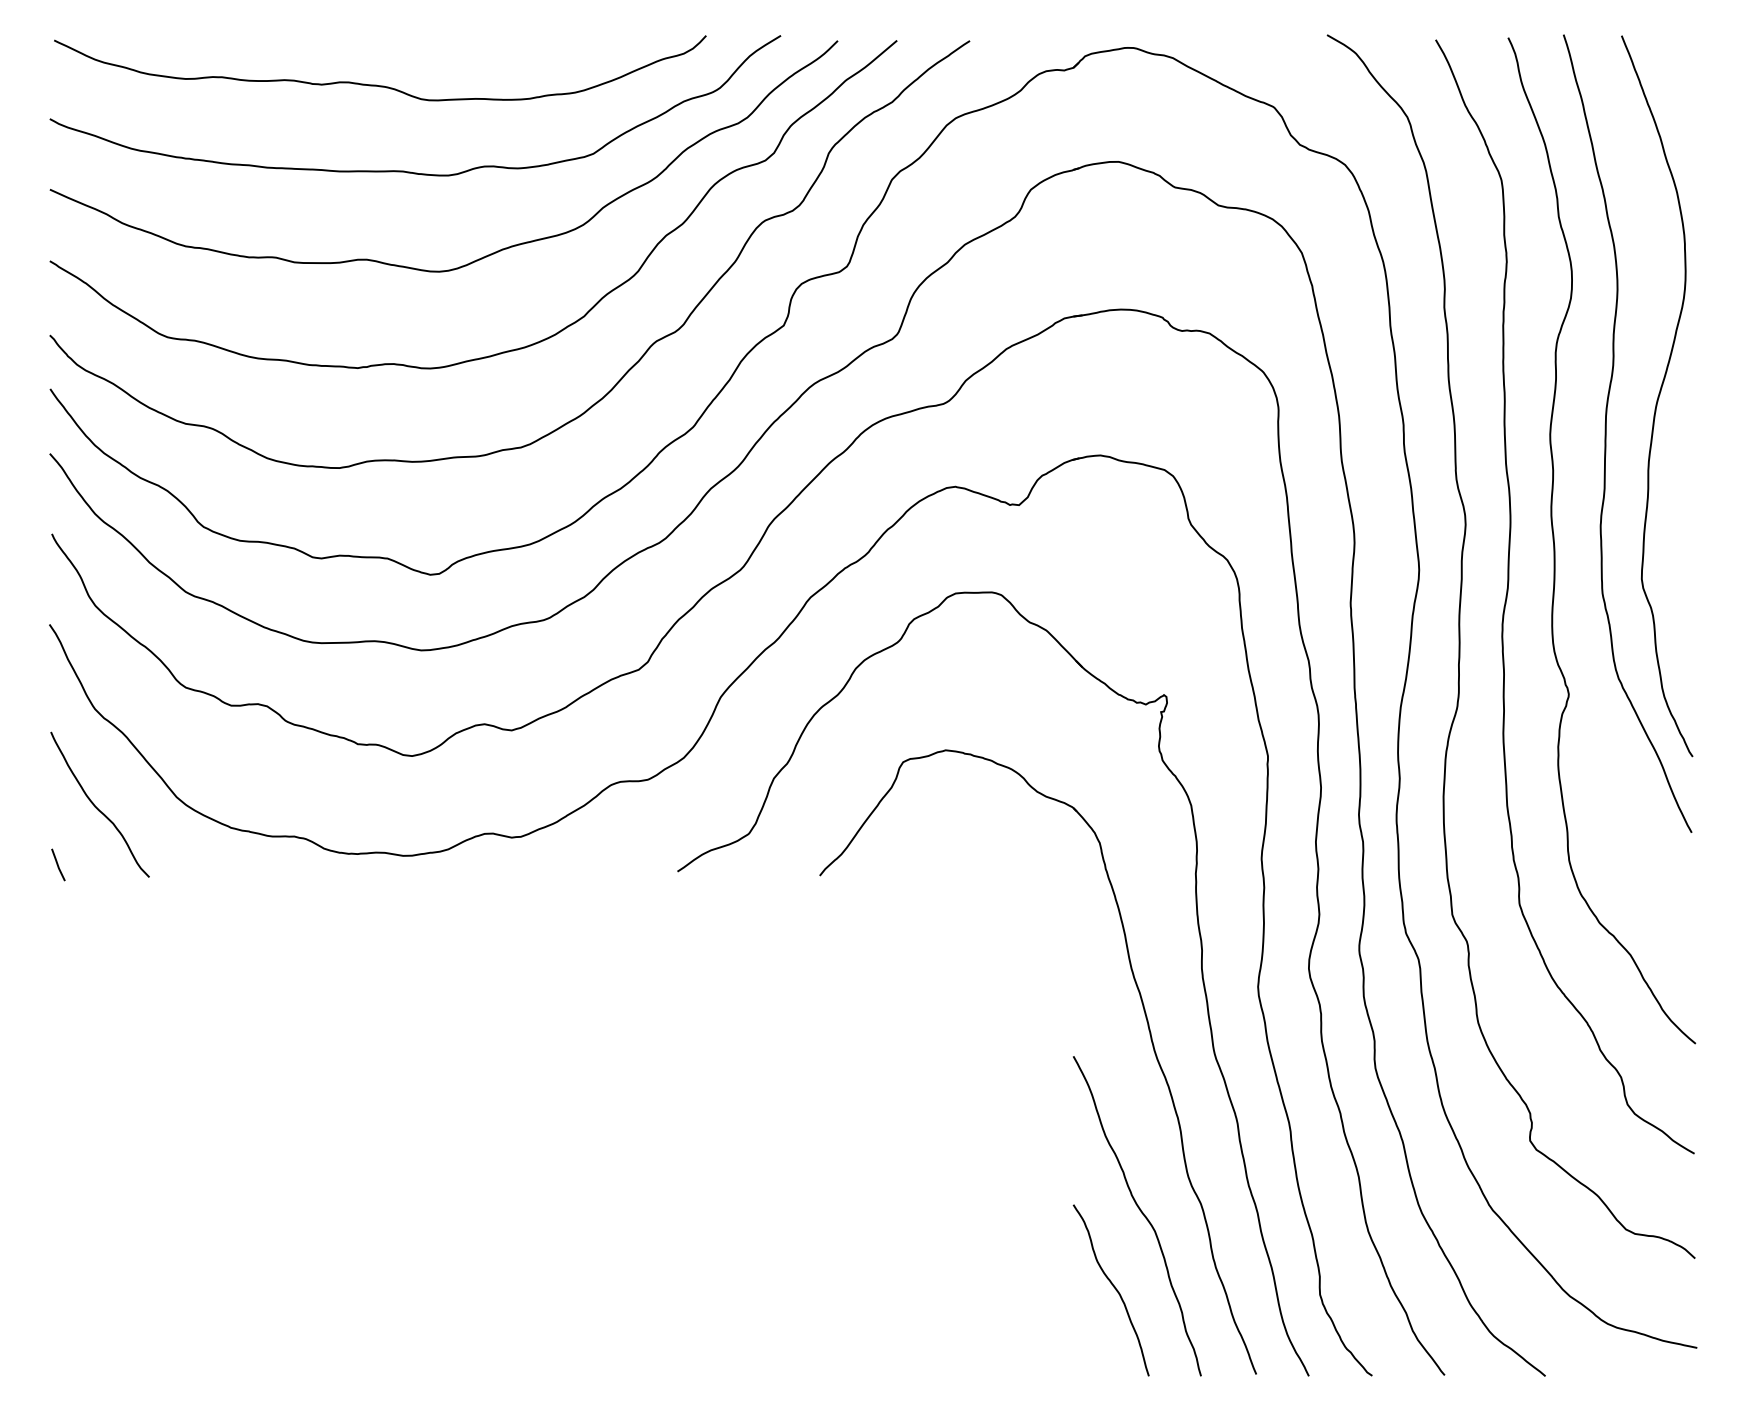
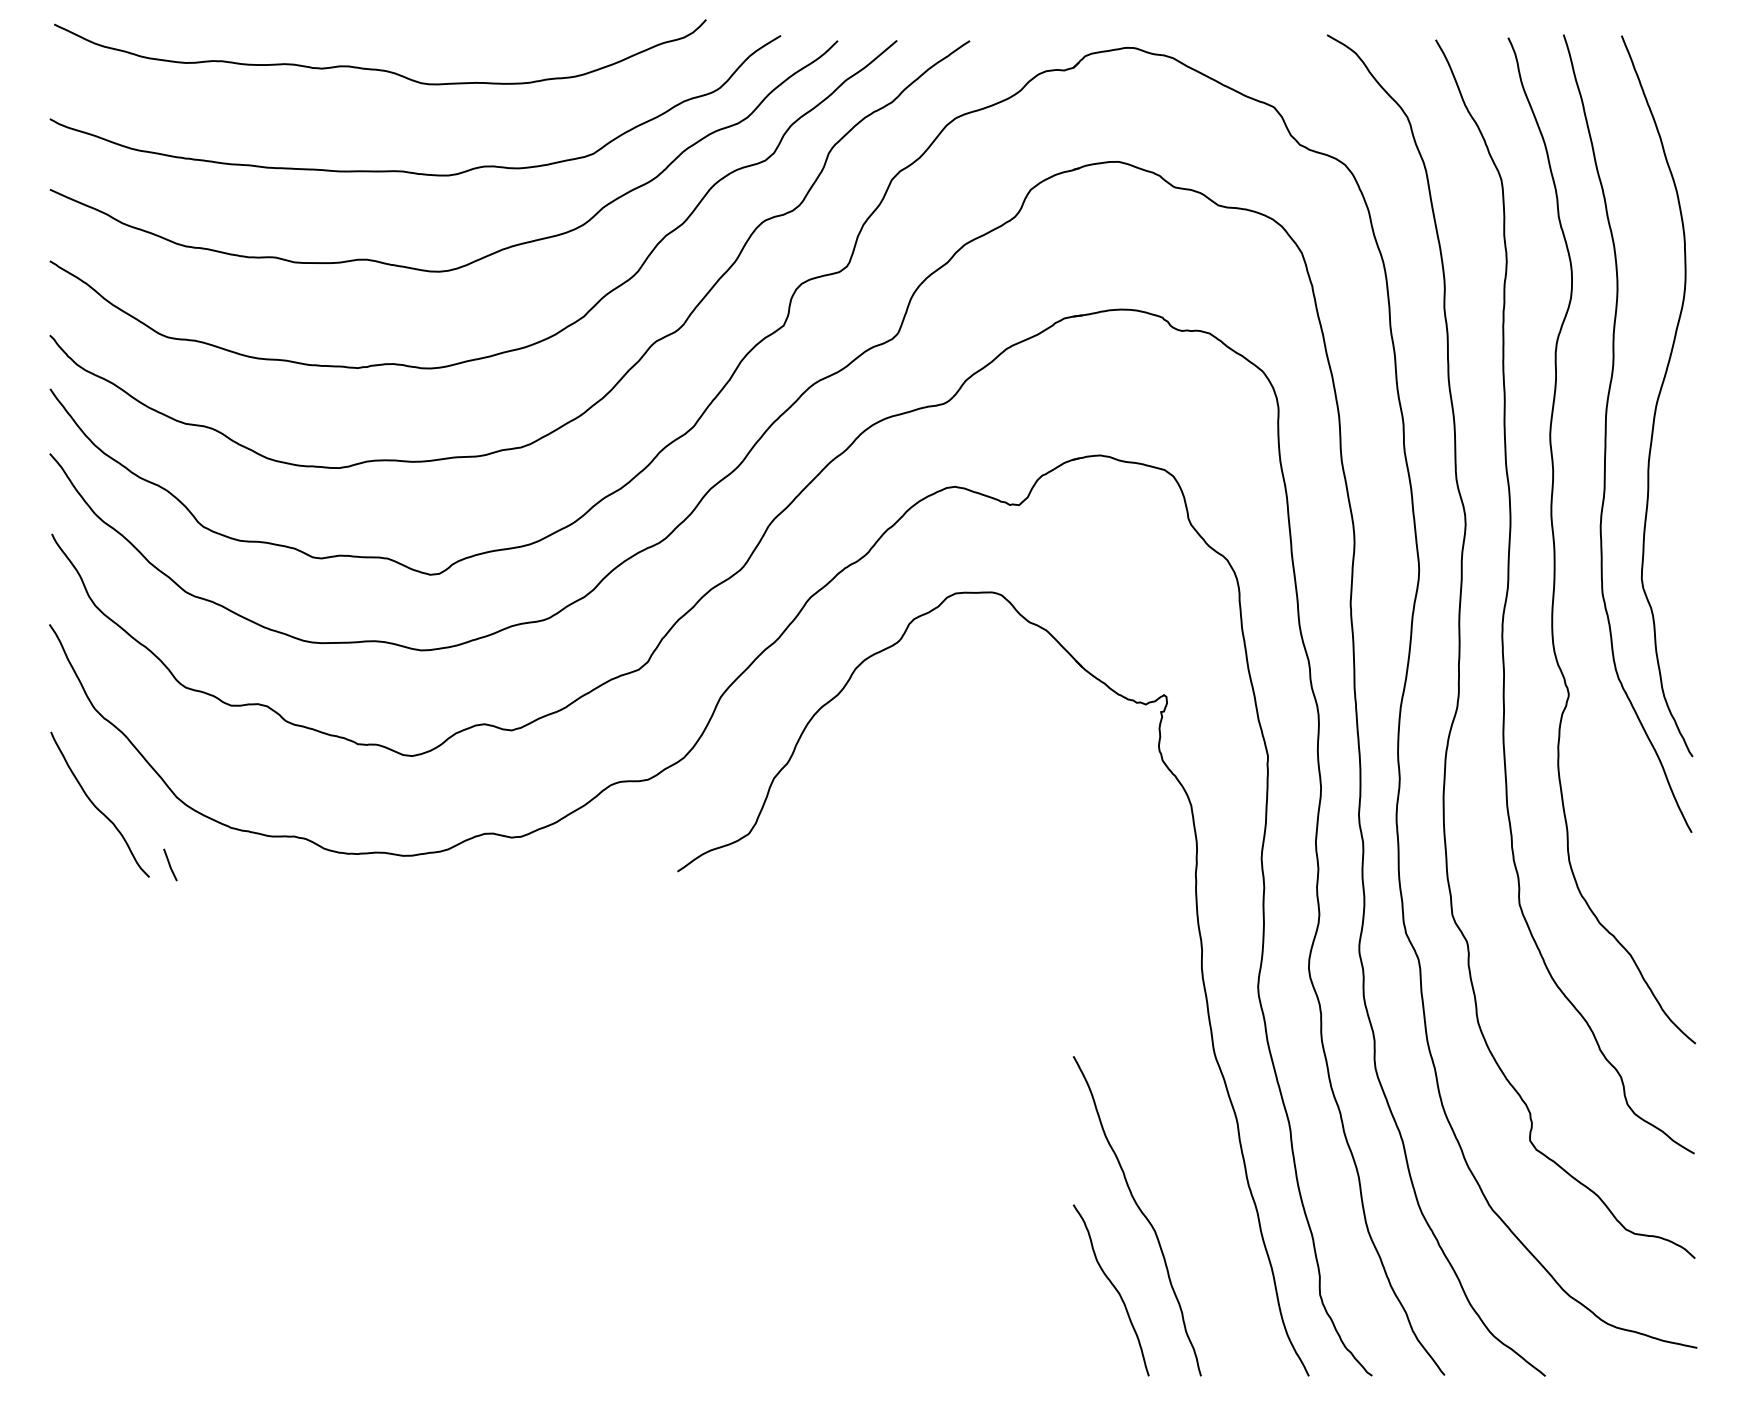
curve at (376, 84) position: (376, 84) -> (376, 68)
line at (58, 864) position: (58, 864) -> (170, 864)
part at (1150, 1039): present -> none
